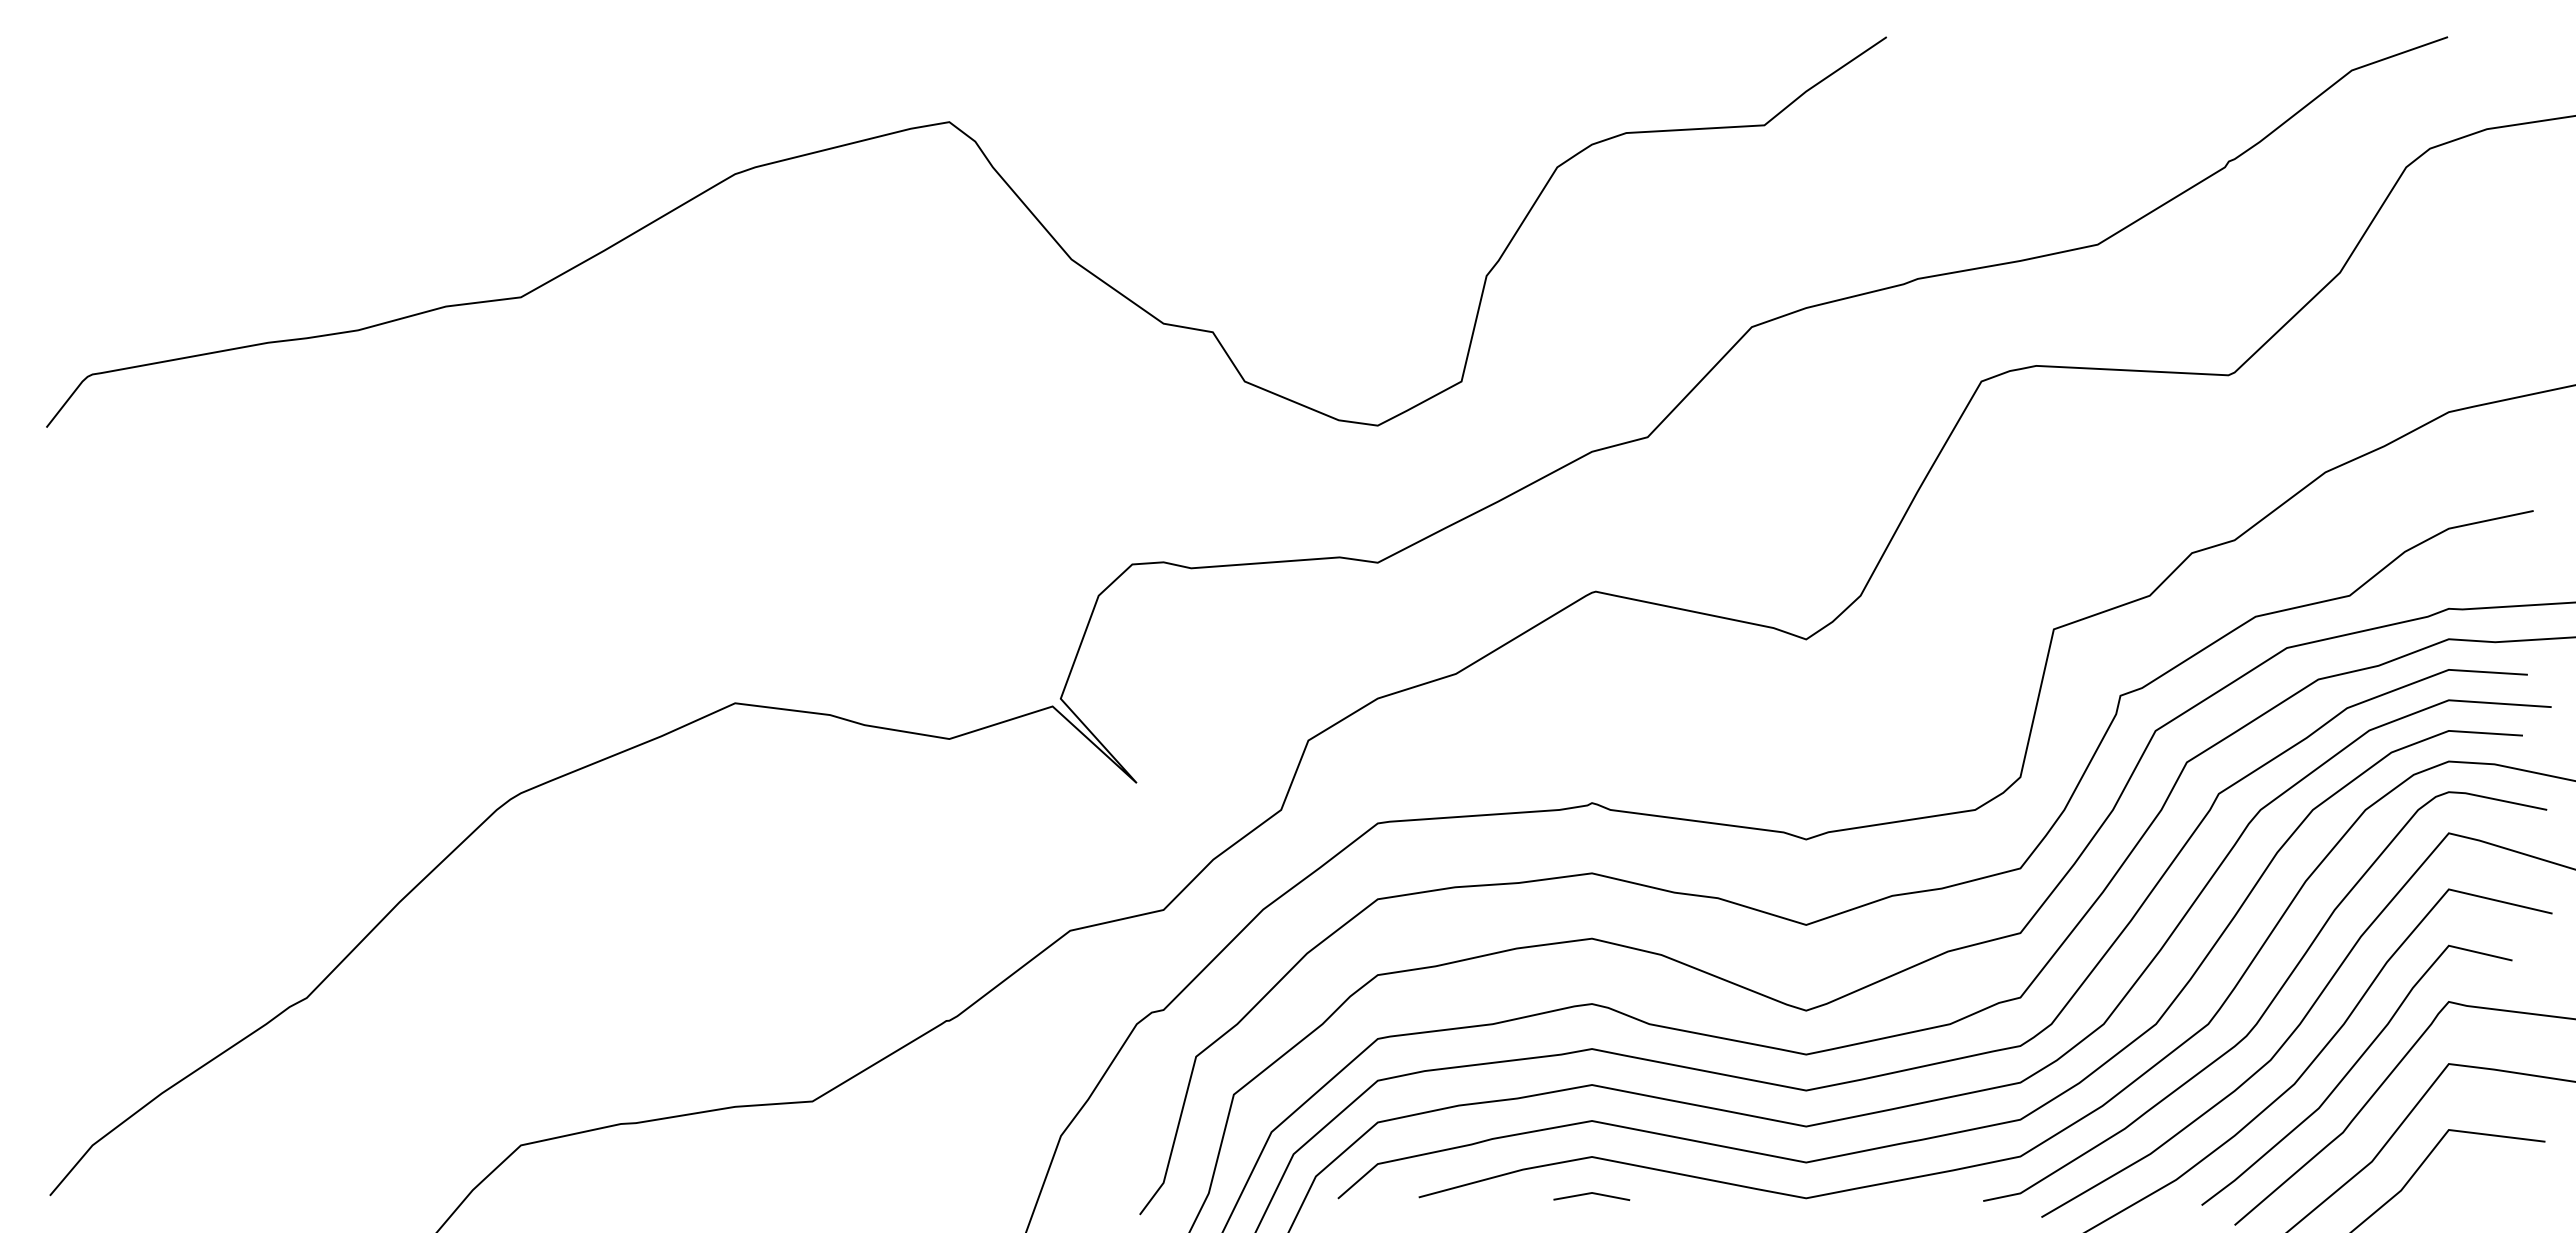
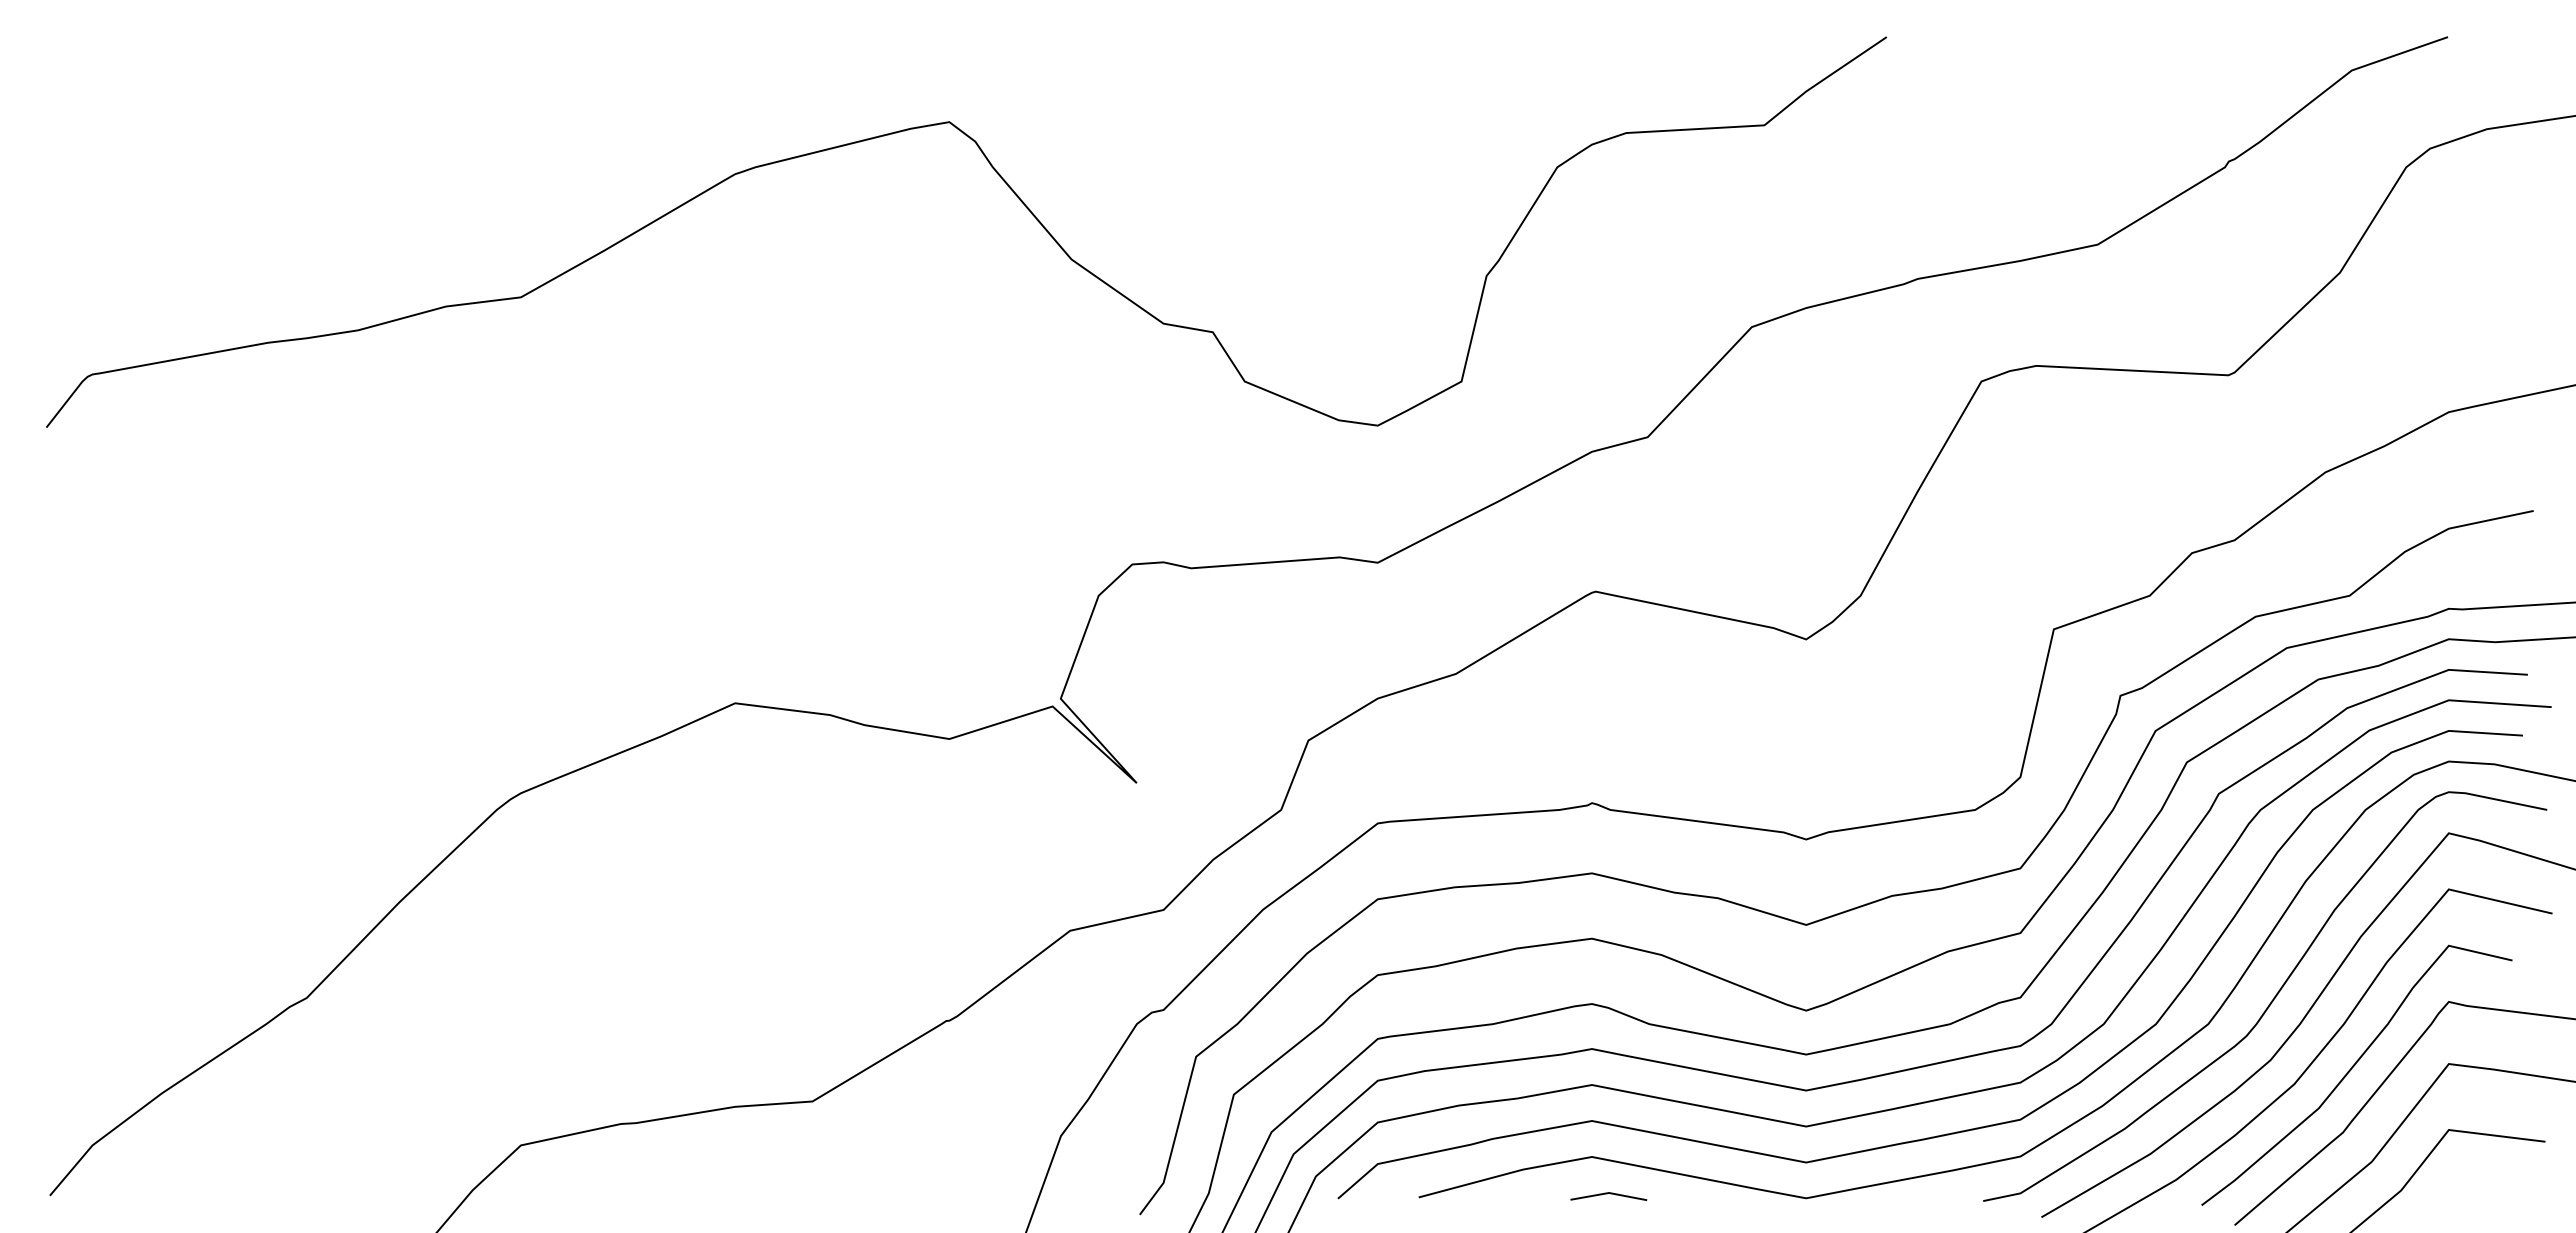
line at (1590, 1194) position: (1590, 1194) -> (1607, 1194)
